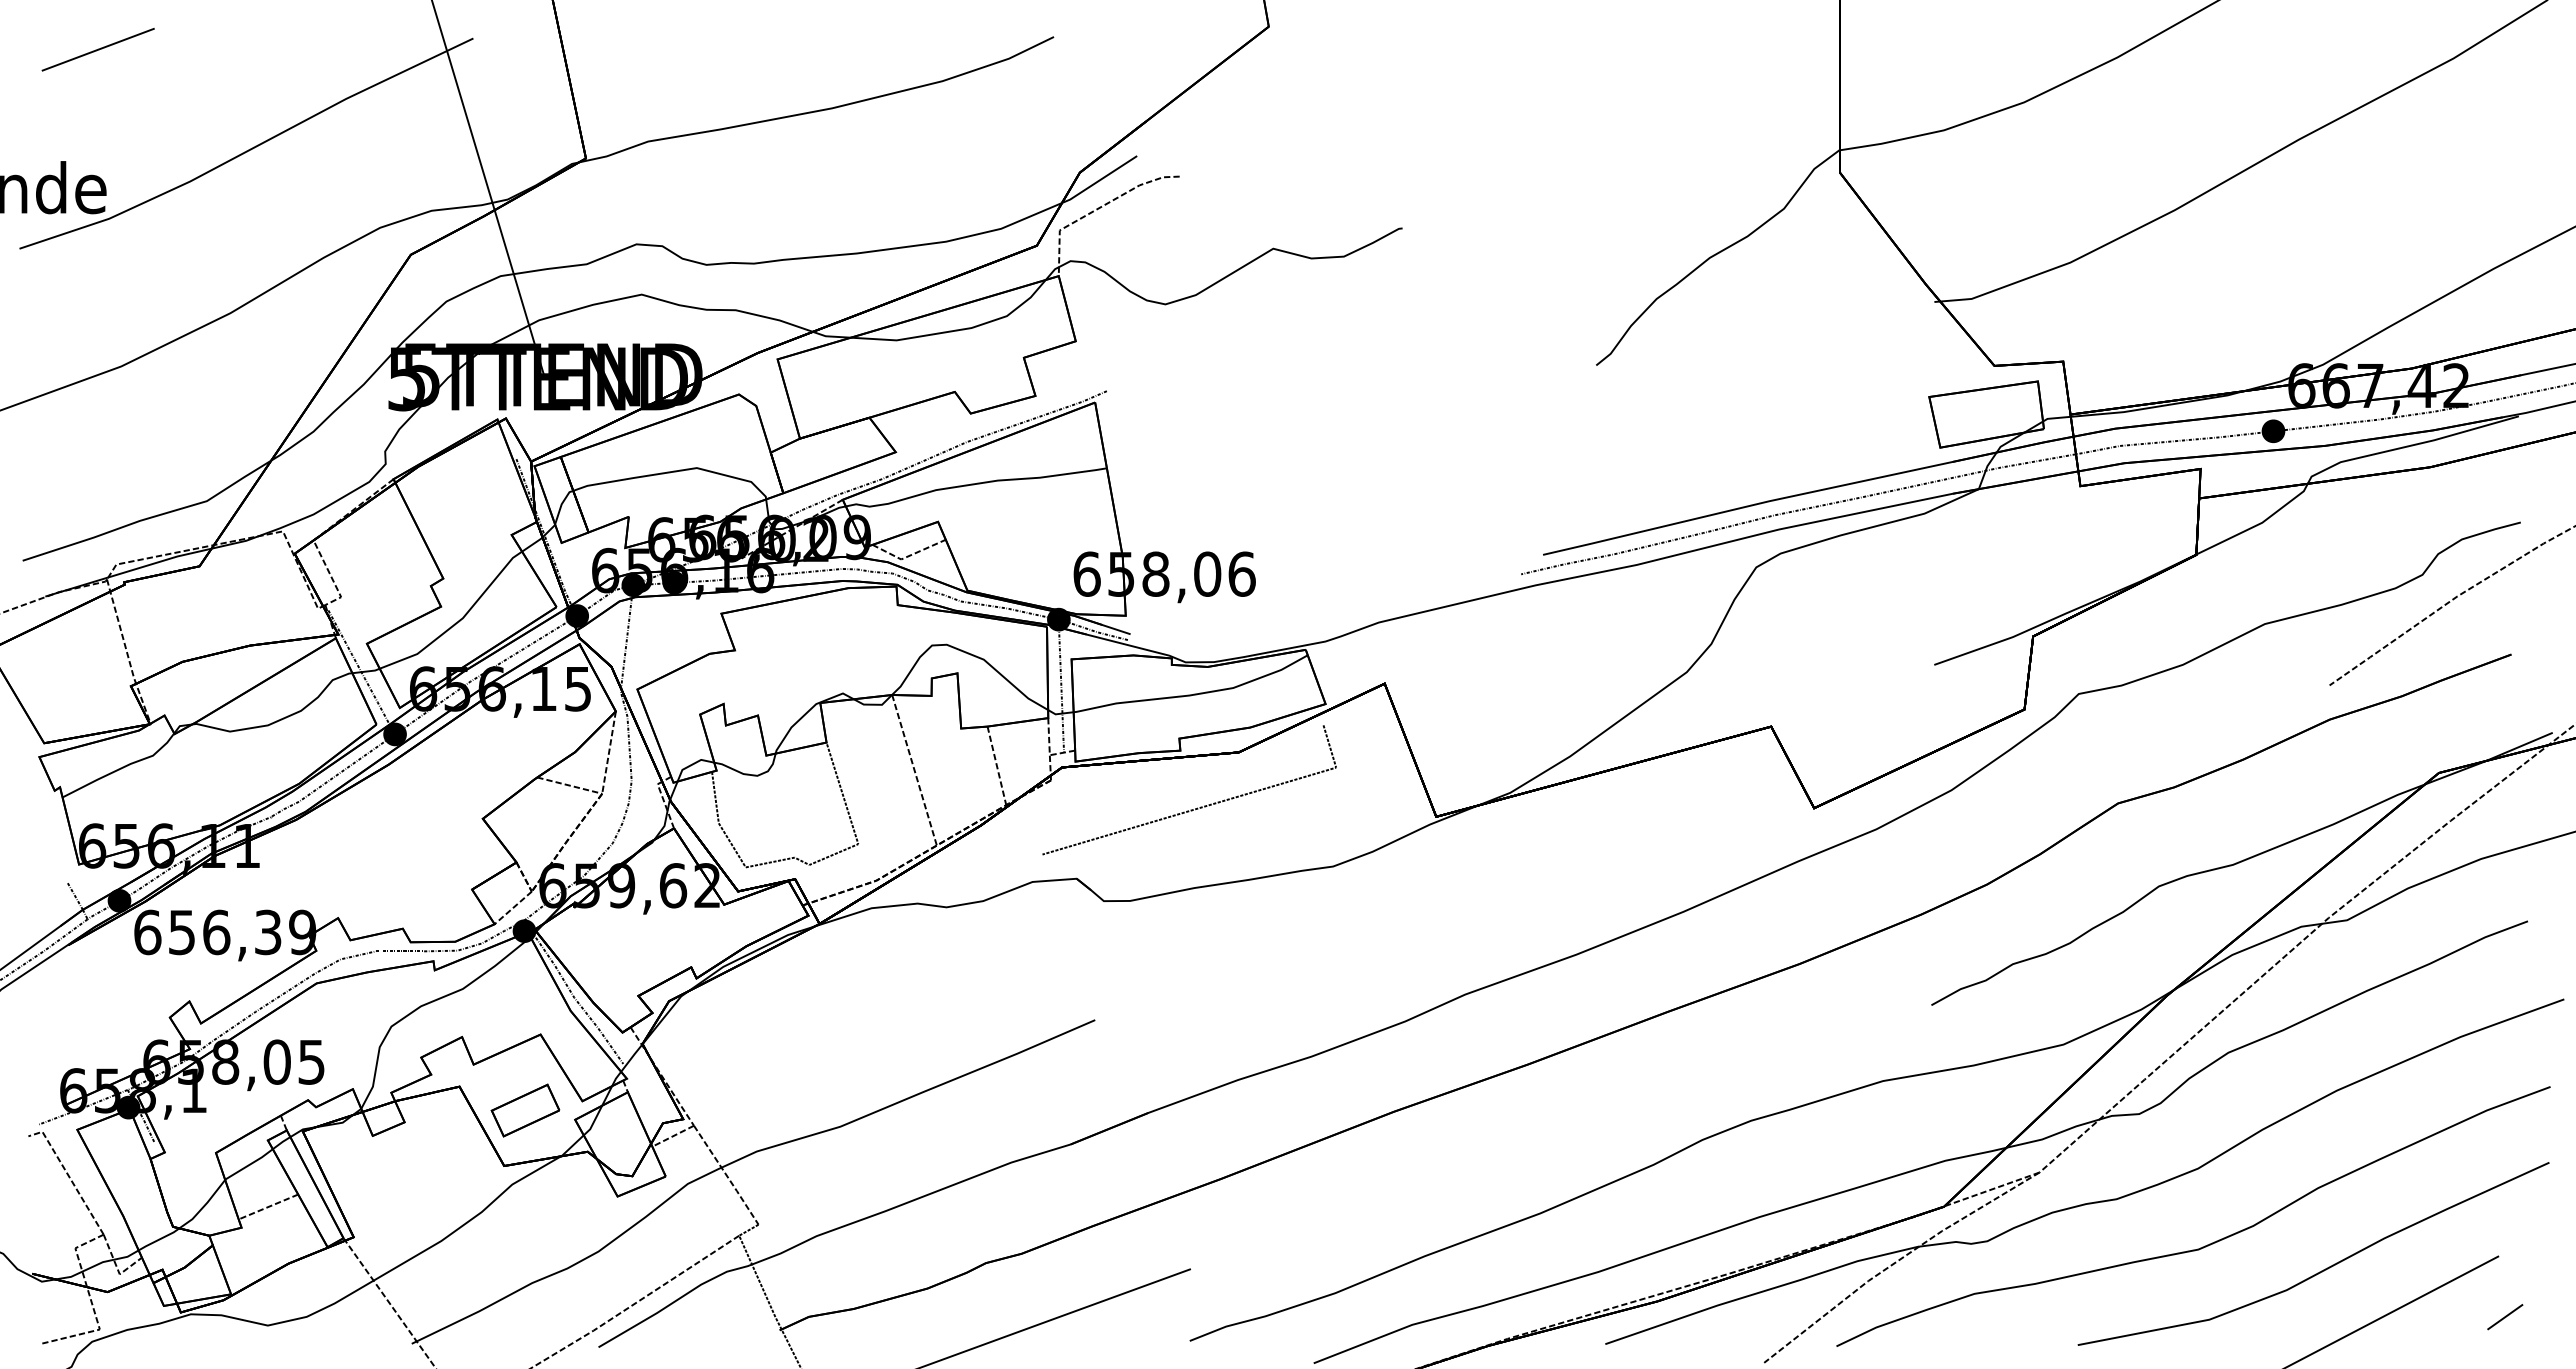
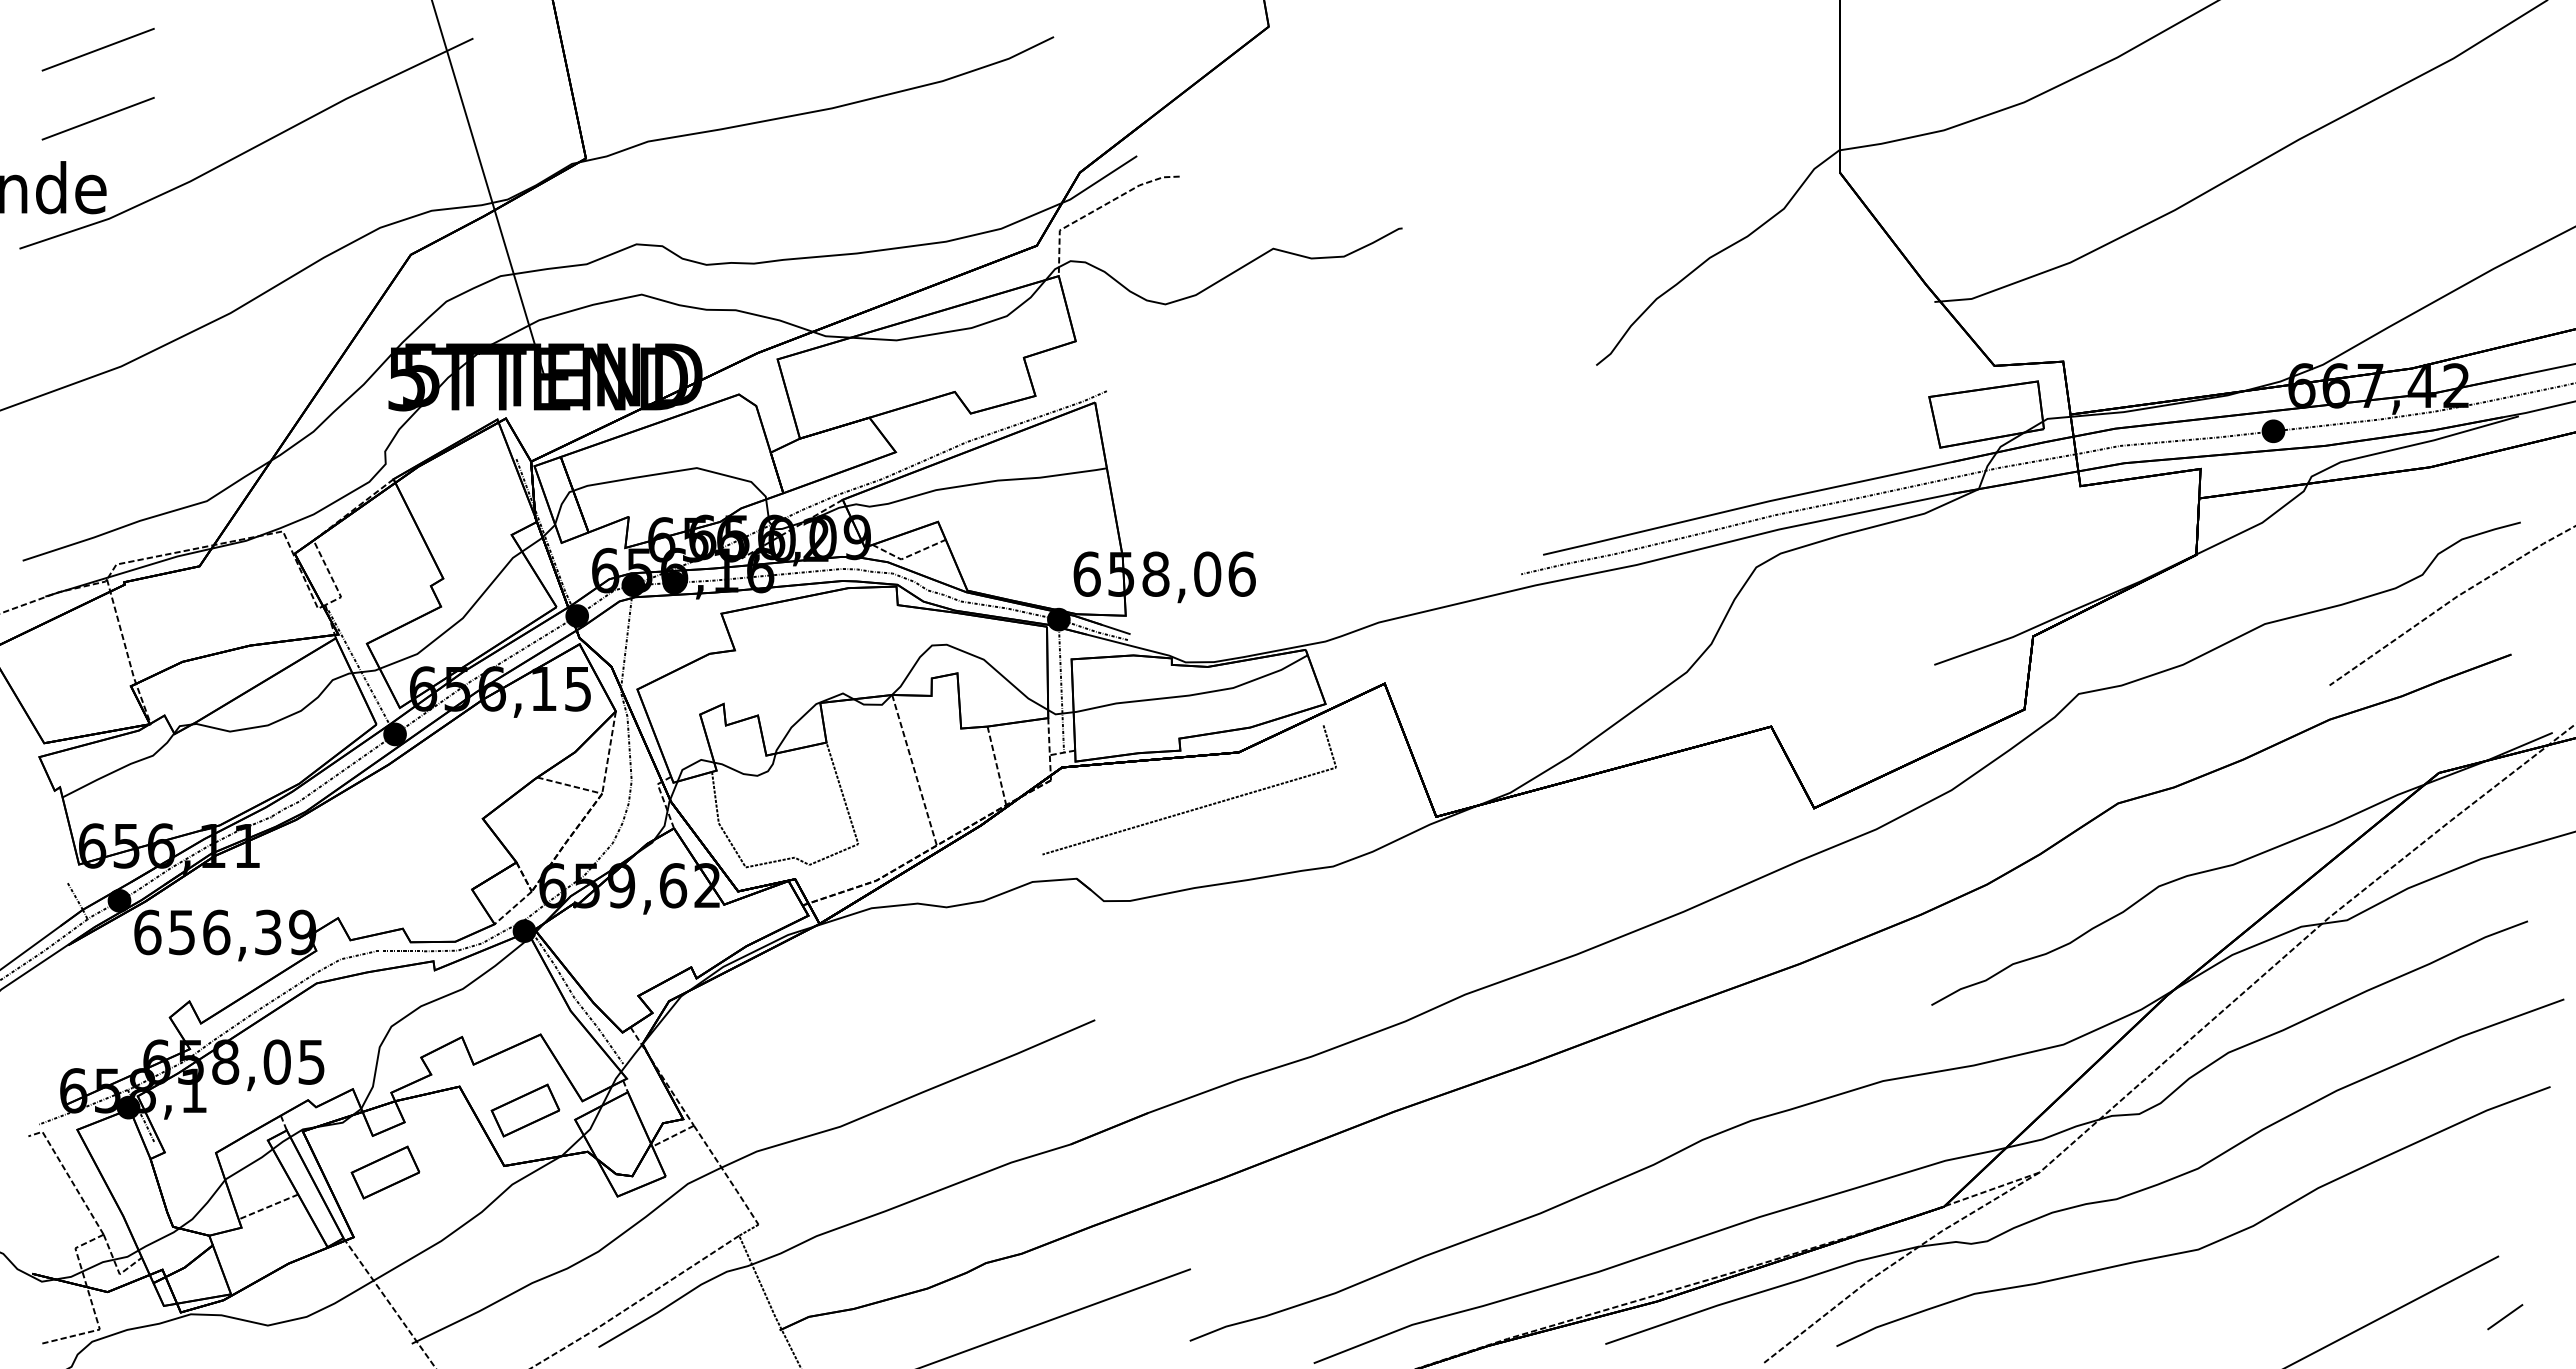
line at (97, 118): none -> present
part at (385, 1172): none -> present
curve at (2321, 1270): present -> none
